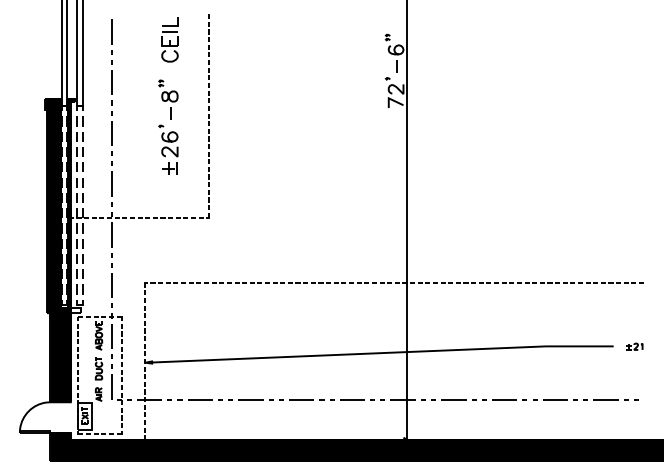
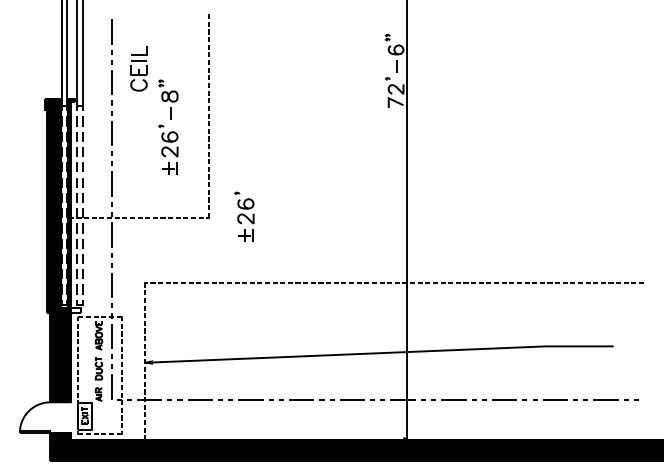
part at (169, 39) position: (169, 39) -> (138, 68)
part at (244, 216): none -> present
part at (634, 346): present -> none
